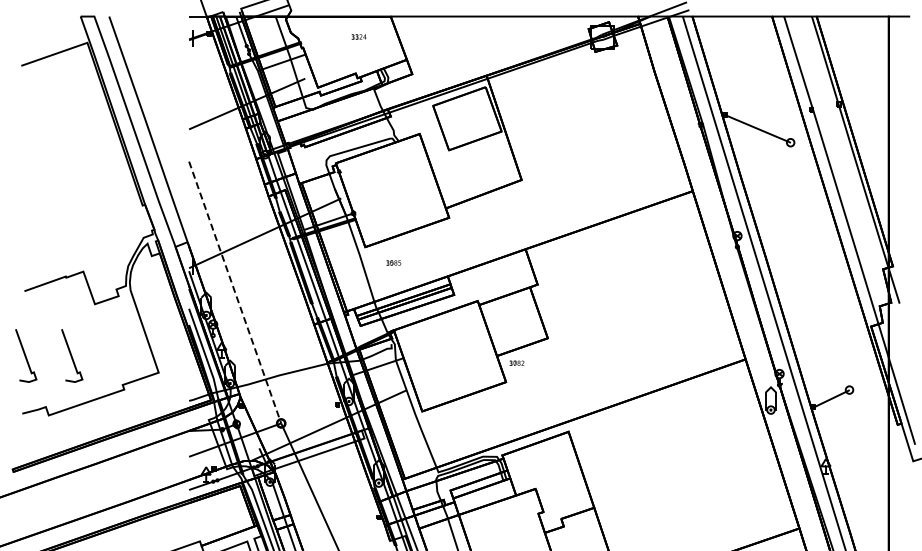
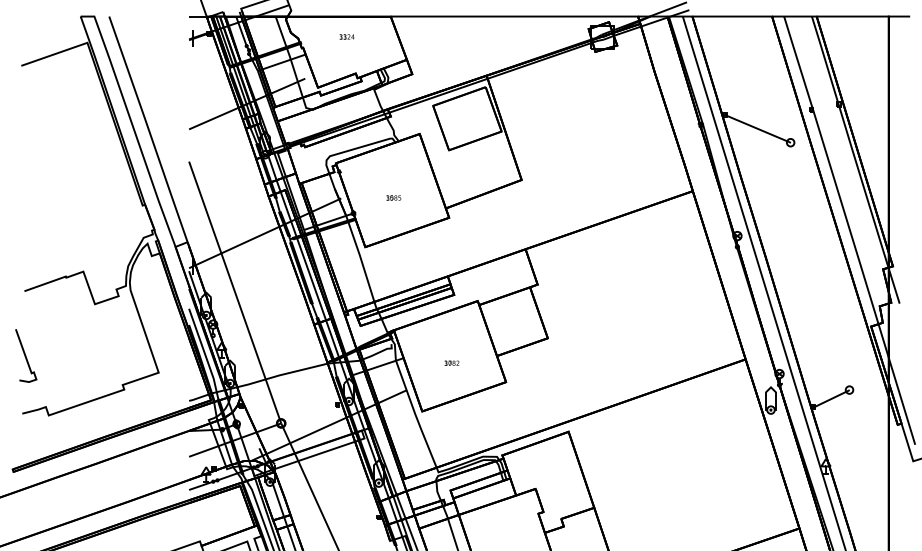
text at (358, 36) position: (358, 36) -> (346, 36)
text at (393, 262) position: (393, 262) -> (393, 197)
line at (235, 292): dashed -> solid
curve at (72, 355): present -> none
text at (516, 362) position: (516, 362) -> (451, 362)
